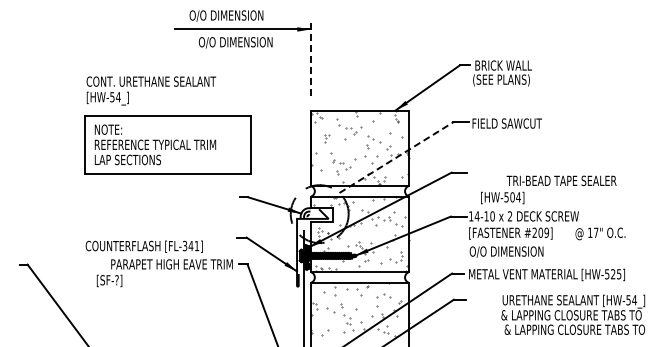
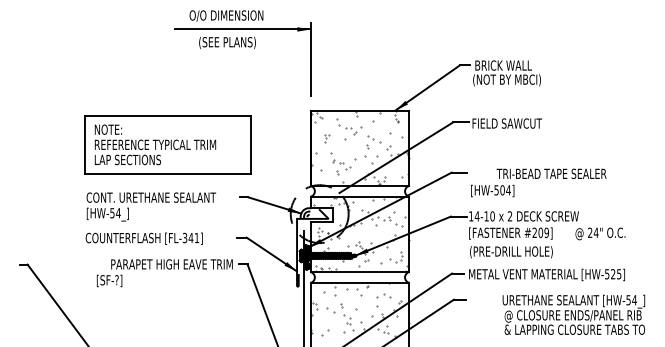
text at (235, 42): O/O DIMENSION -> (SEE PLANS)
line at (310, 59): dashed -> solid
text at (508, 80): (SEE PLANS) -> (NOT BY MBCI)
text at (151, 90) position: (151, 90) -> (151, 206)
line at (396, 157): dashed -> solid
text at (548, 189) position: (548, 189) -> (538, 182)
text at (593, 232): 17" -> 24"
text at (143, 246) position: (143, 246) -> (143, 238)
text at (510, 252): O/O DIMENSION -> (PRE-DRILL HOLE)
text at (571, 316): & LAPPING CLOSURE TABS TO -> @ CLOSURE ENDS/PANEL RIB
